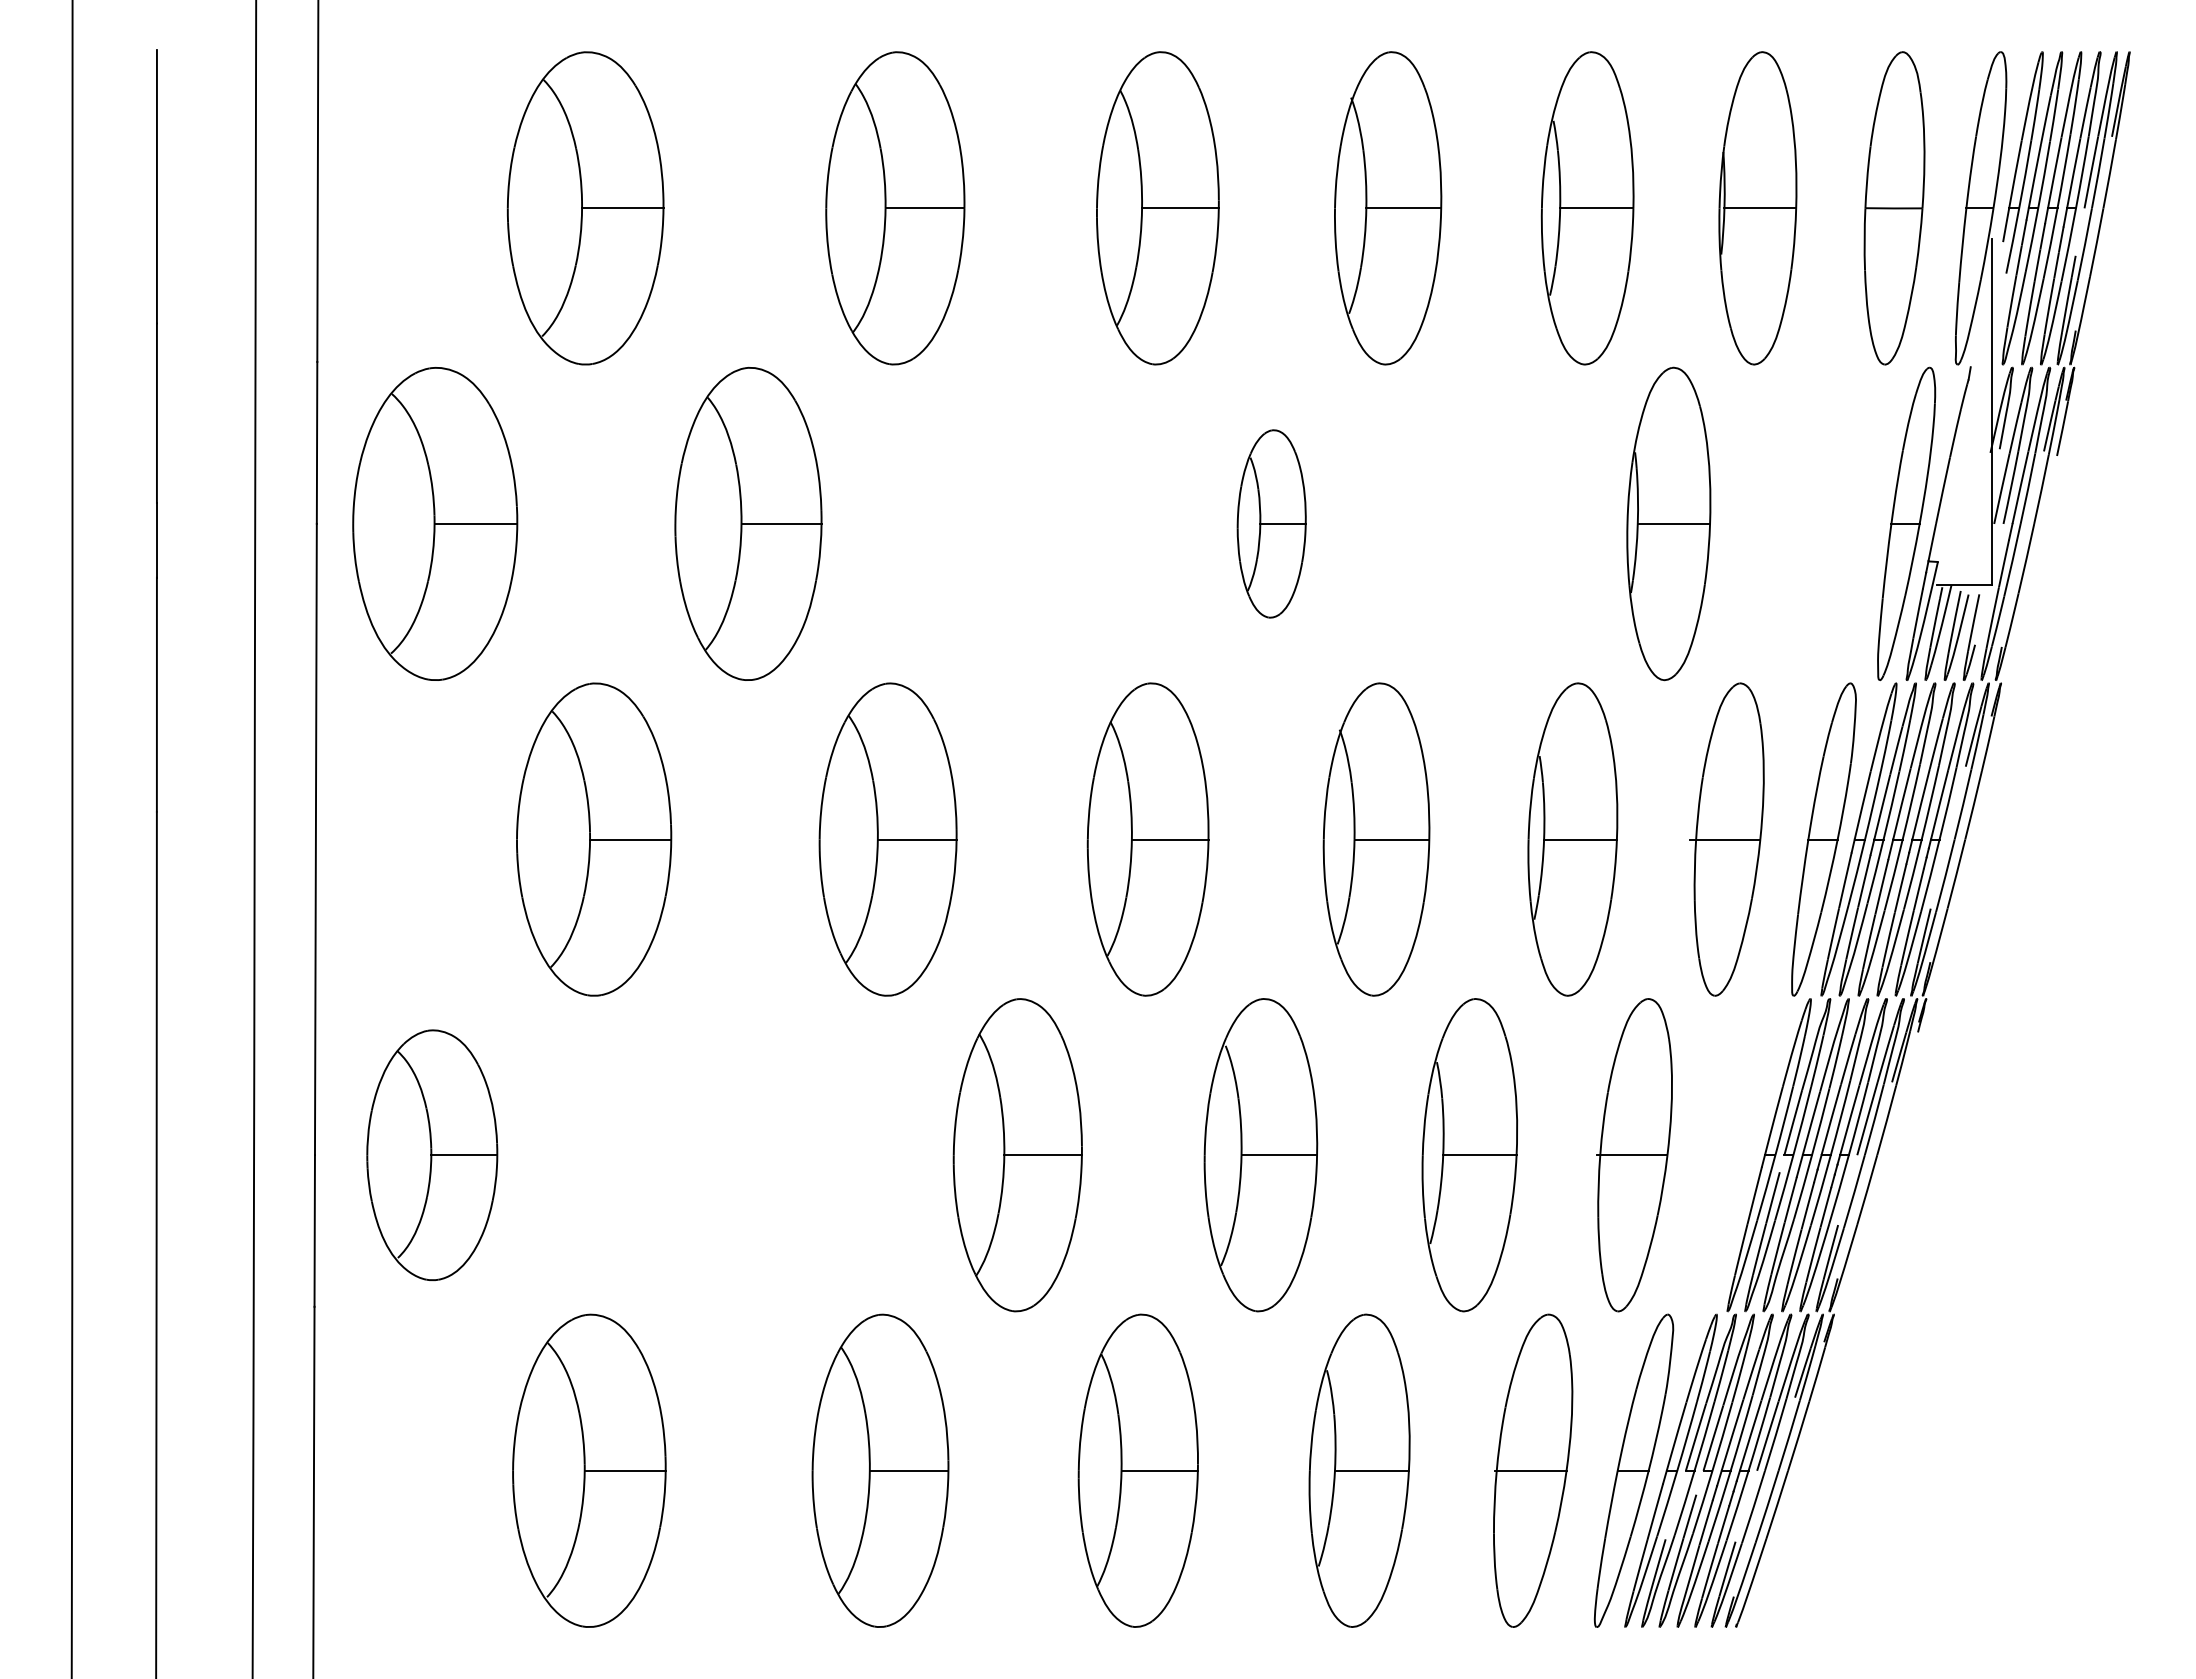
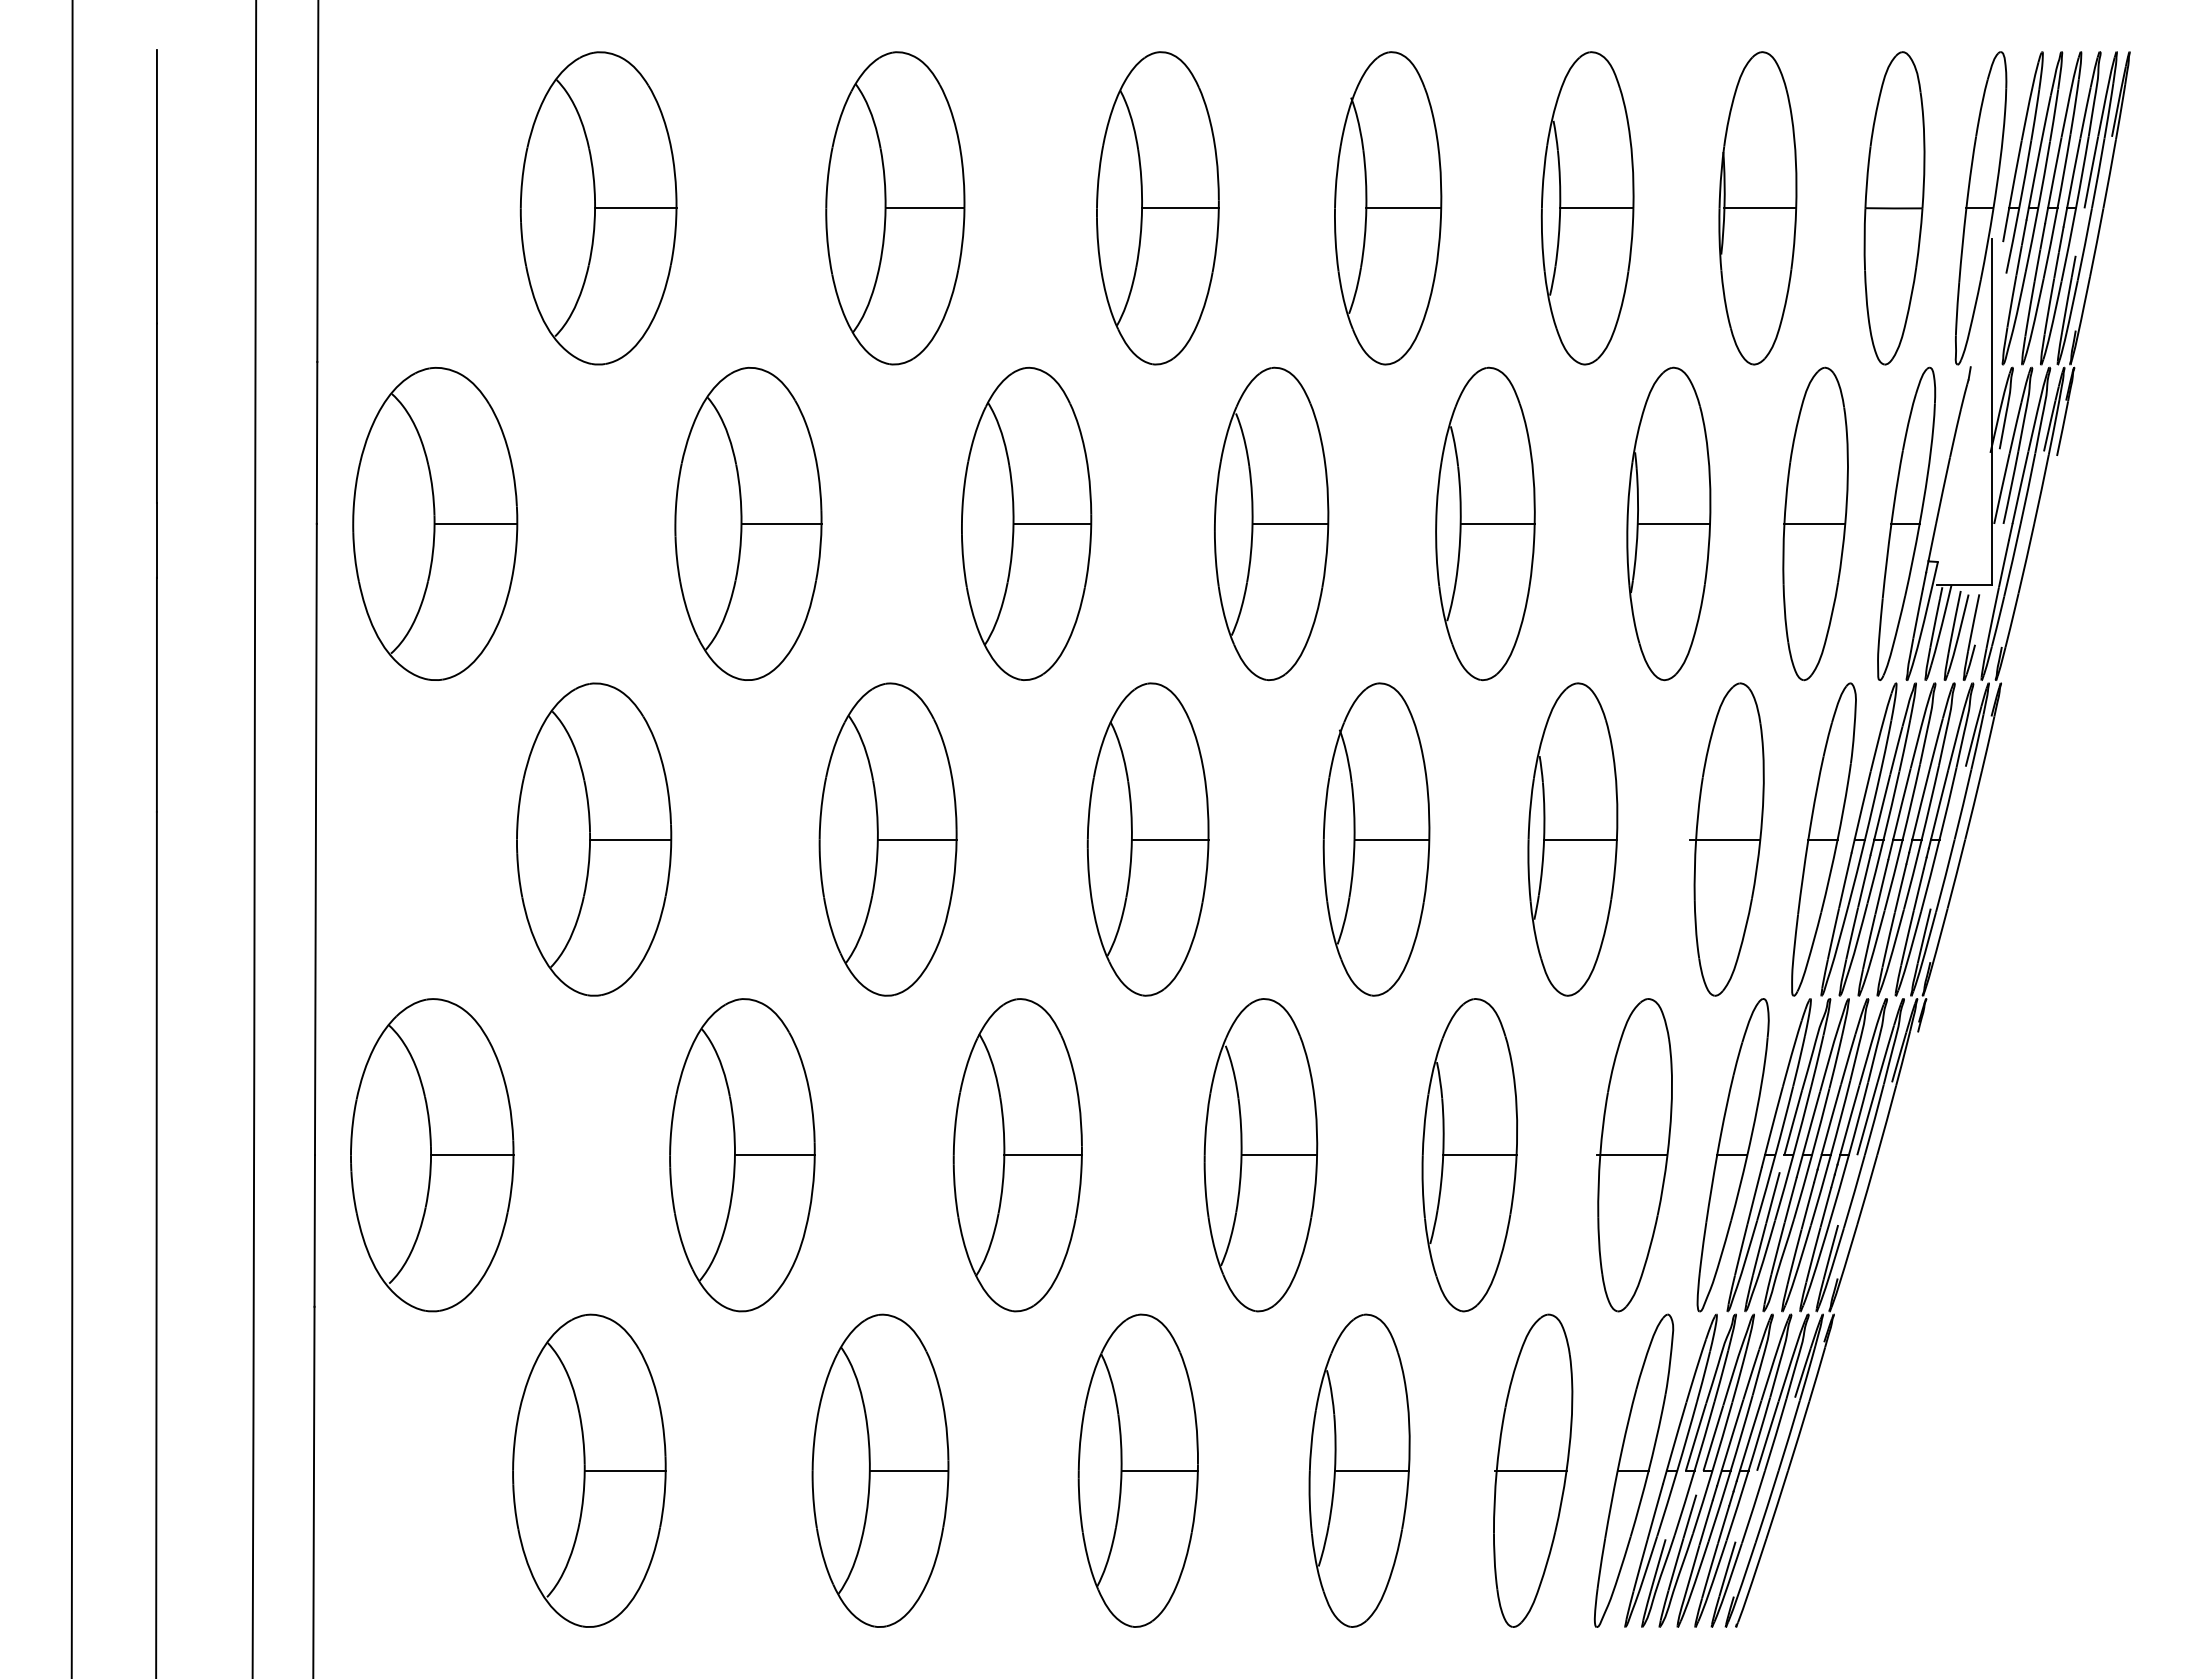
part at (585, 208) position: (585, 208) -> (598, 208)
part at (1026, 523): none -> present
part at (1271, 523) size: 71x190 px -> 116x316 px
part at (1485, 523): none -> present
part at (1815, 523): none -> present
part at (432, 1155) size: 133x253 px -> 165x315 px
part at (742, 1155): none -> present
part at (1732, 1155): none -> present
